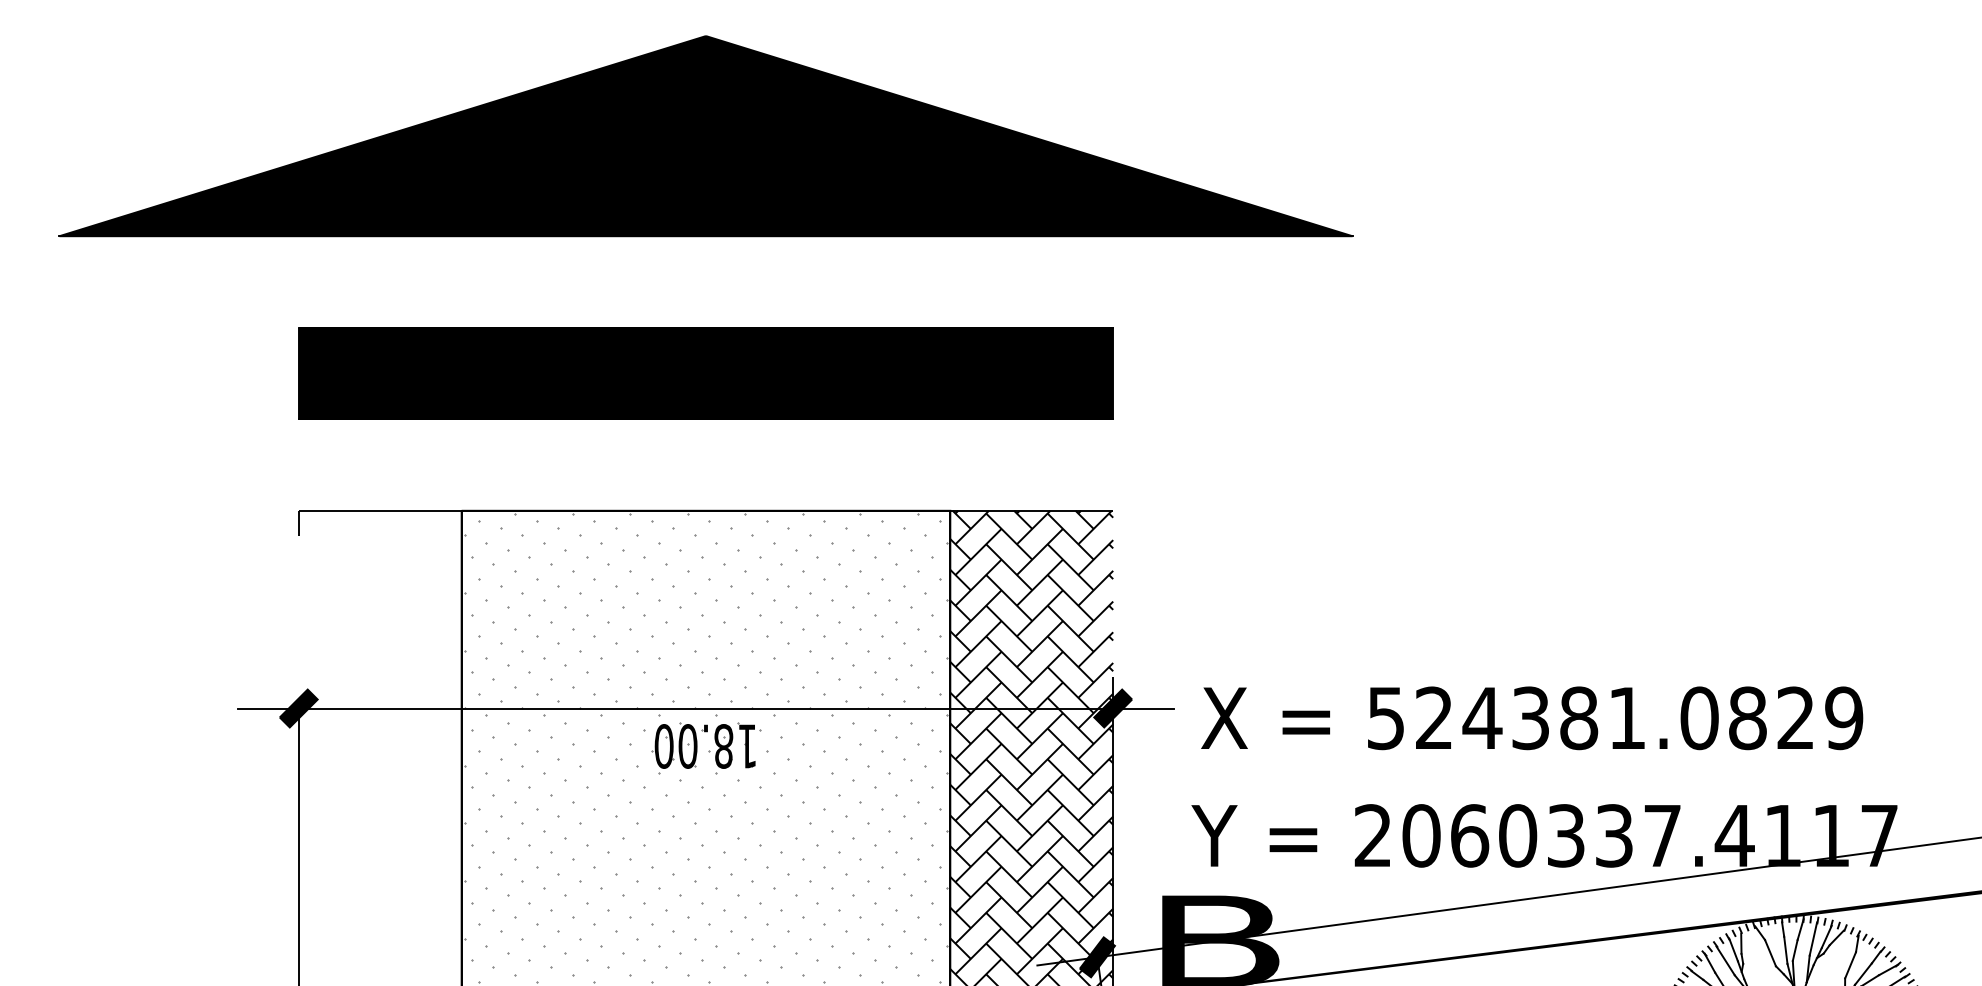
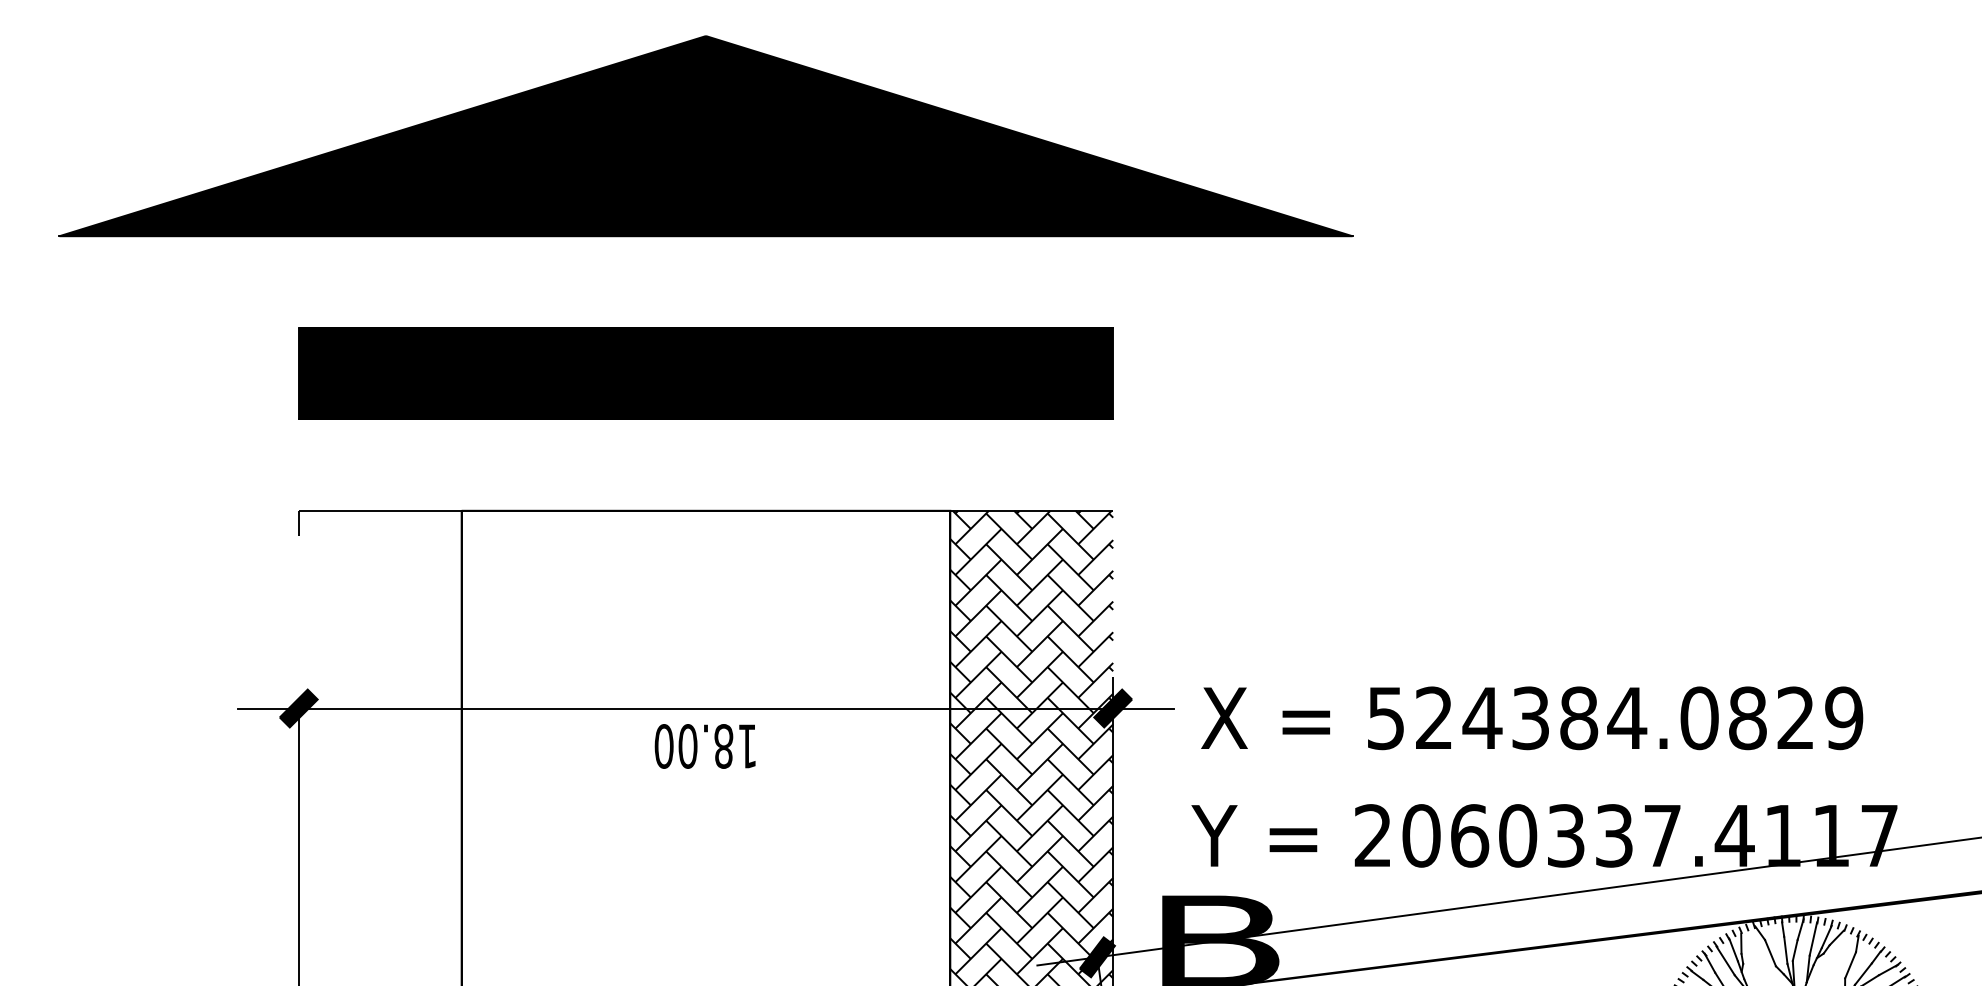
text at (1627, 717): 524381.0829 -> 524384.0829
hatch at (705, 747): present -> none
